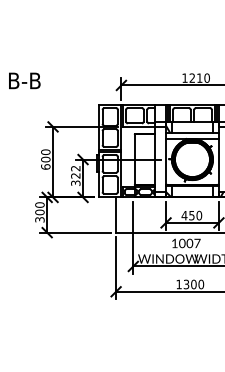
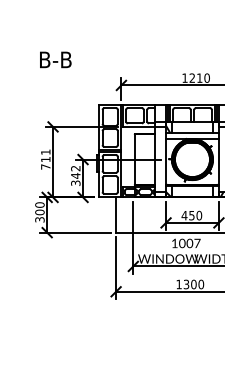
text at (24, 80) position: (24, 80) -> (55, 59)
text at (45, 159): 600 -> 711
text at (75, 175): 322 -> 342
